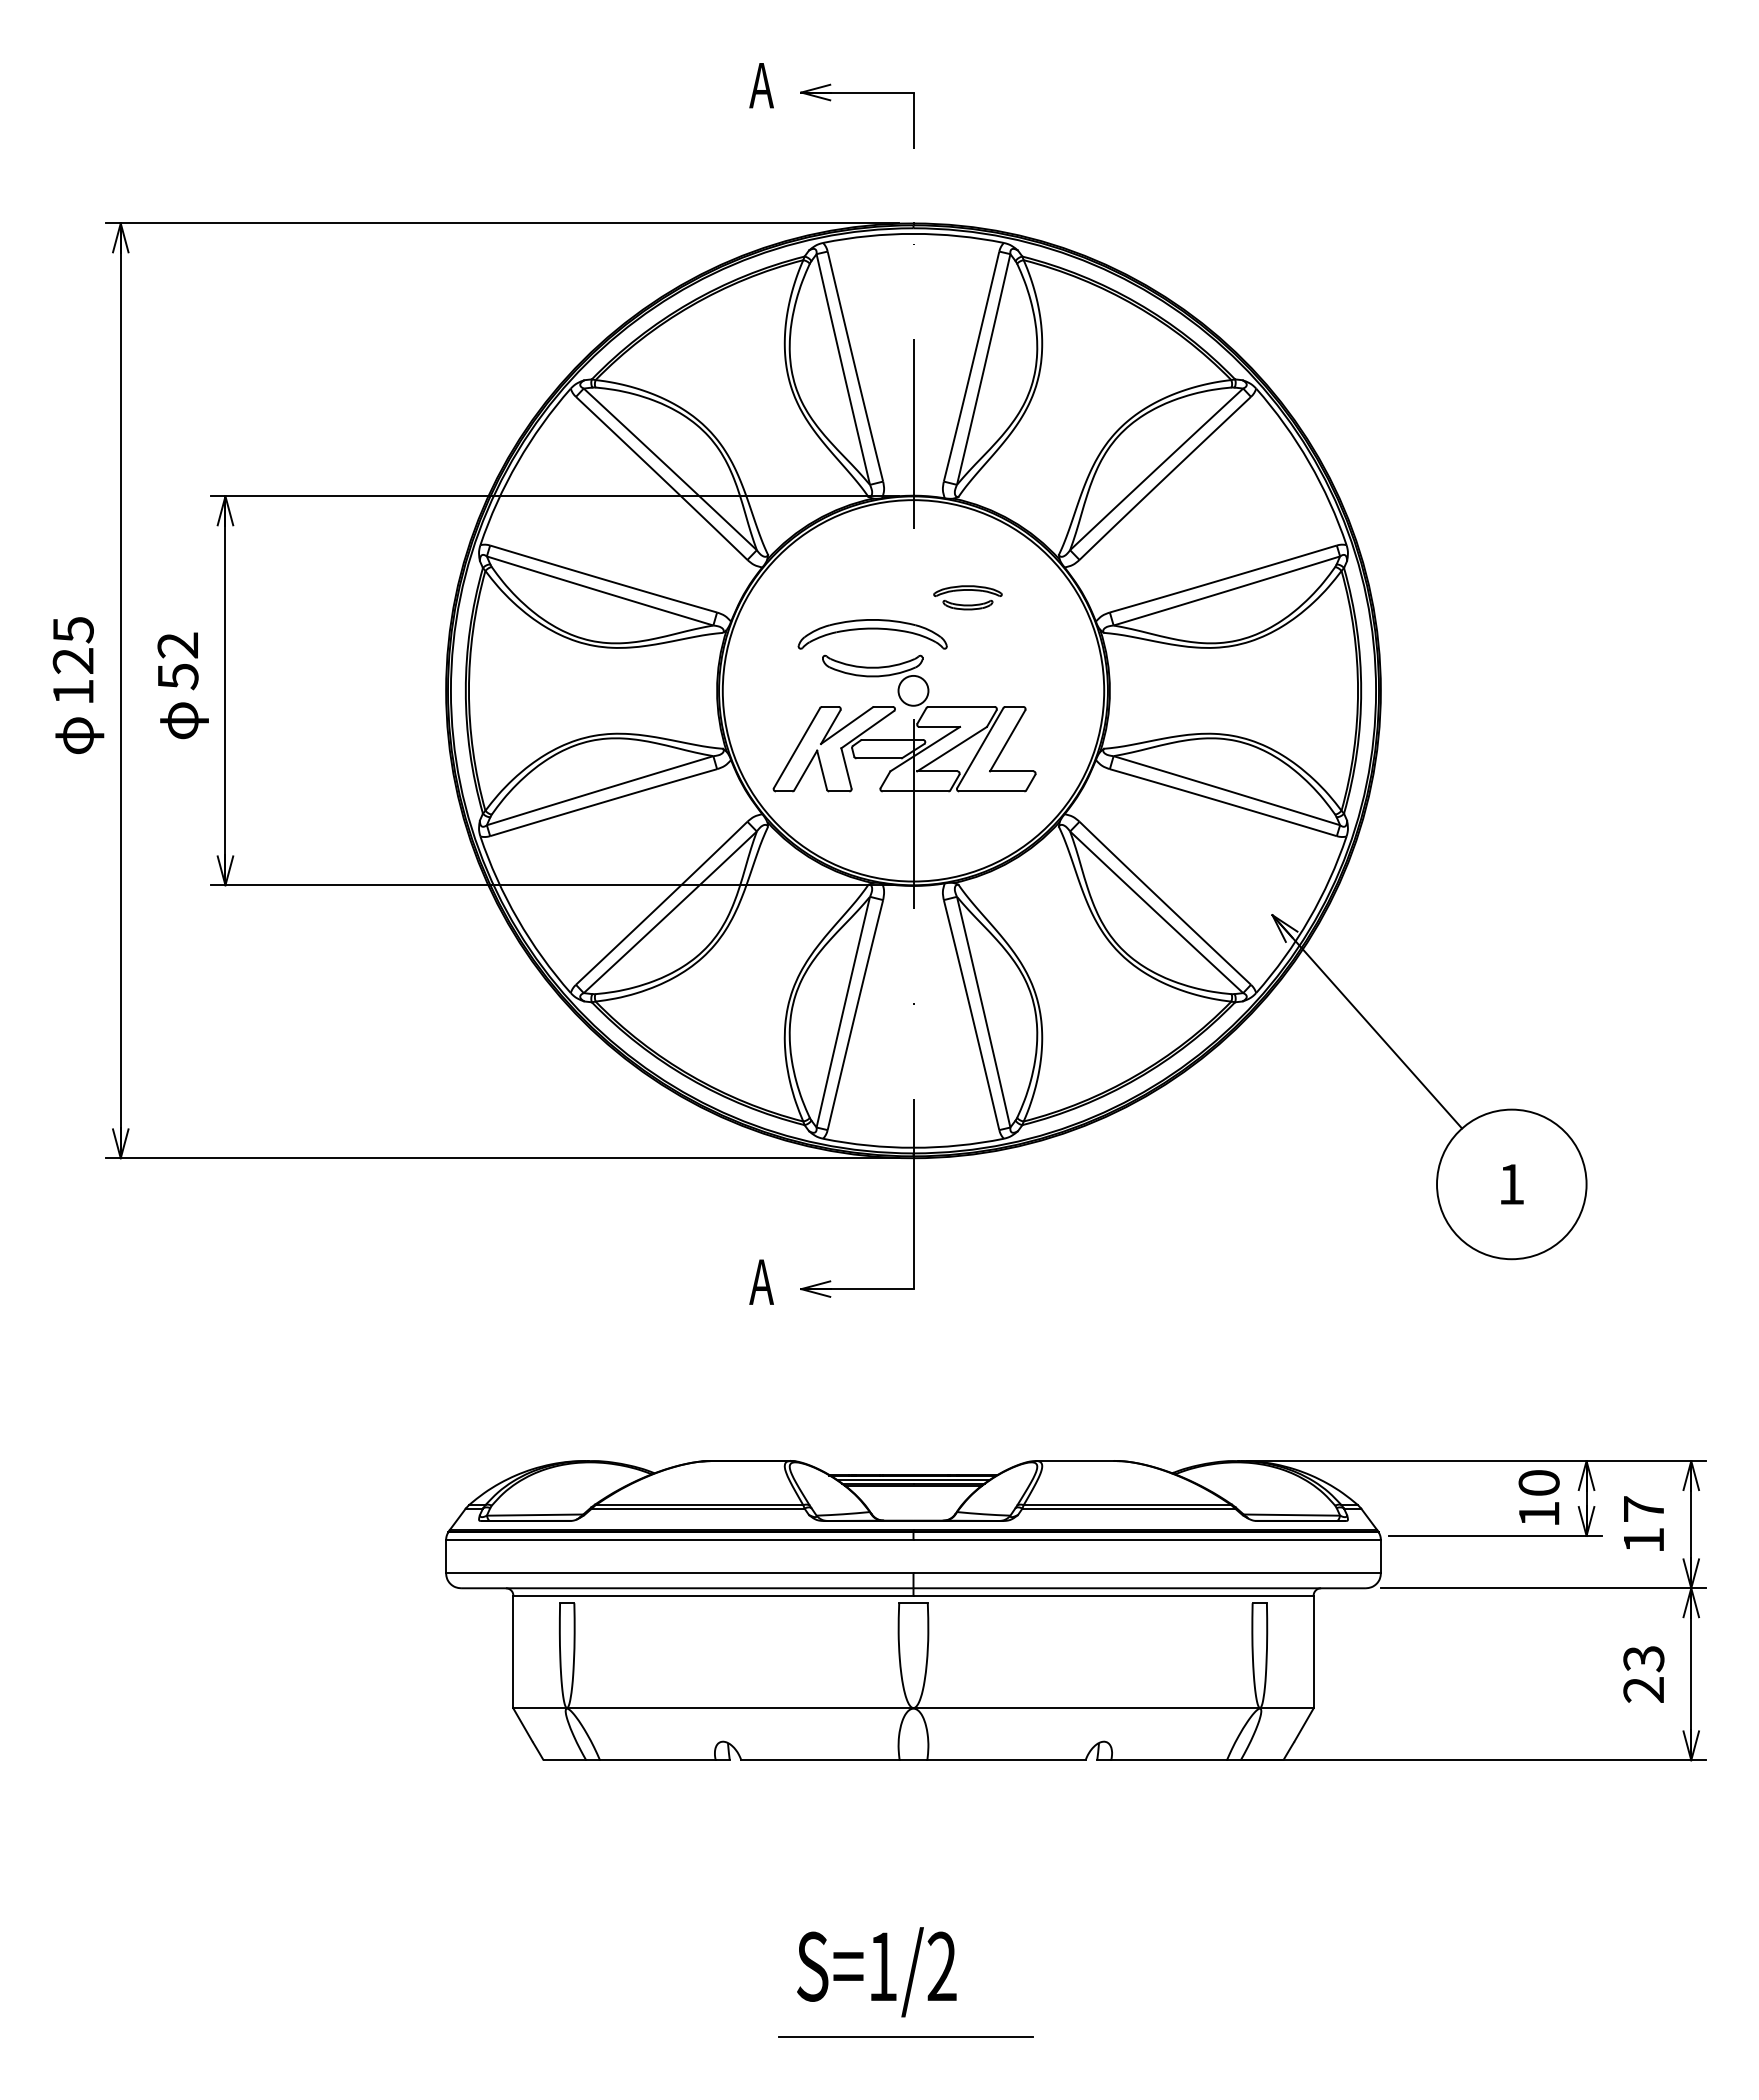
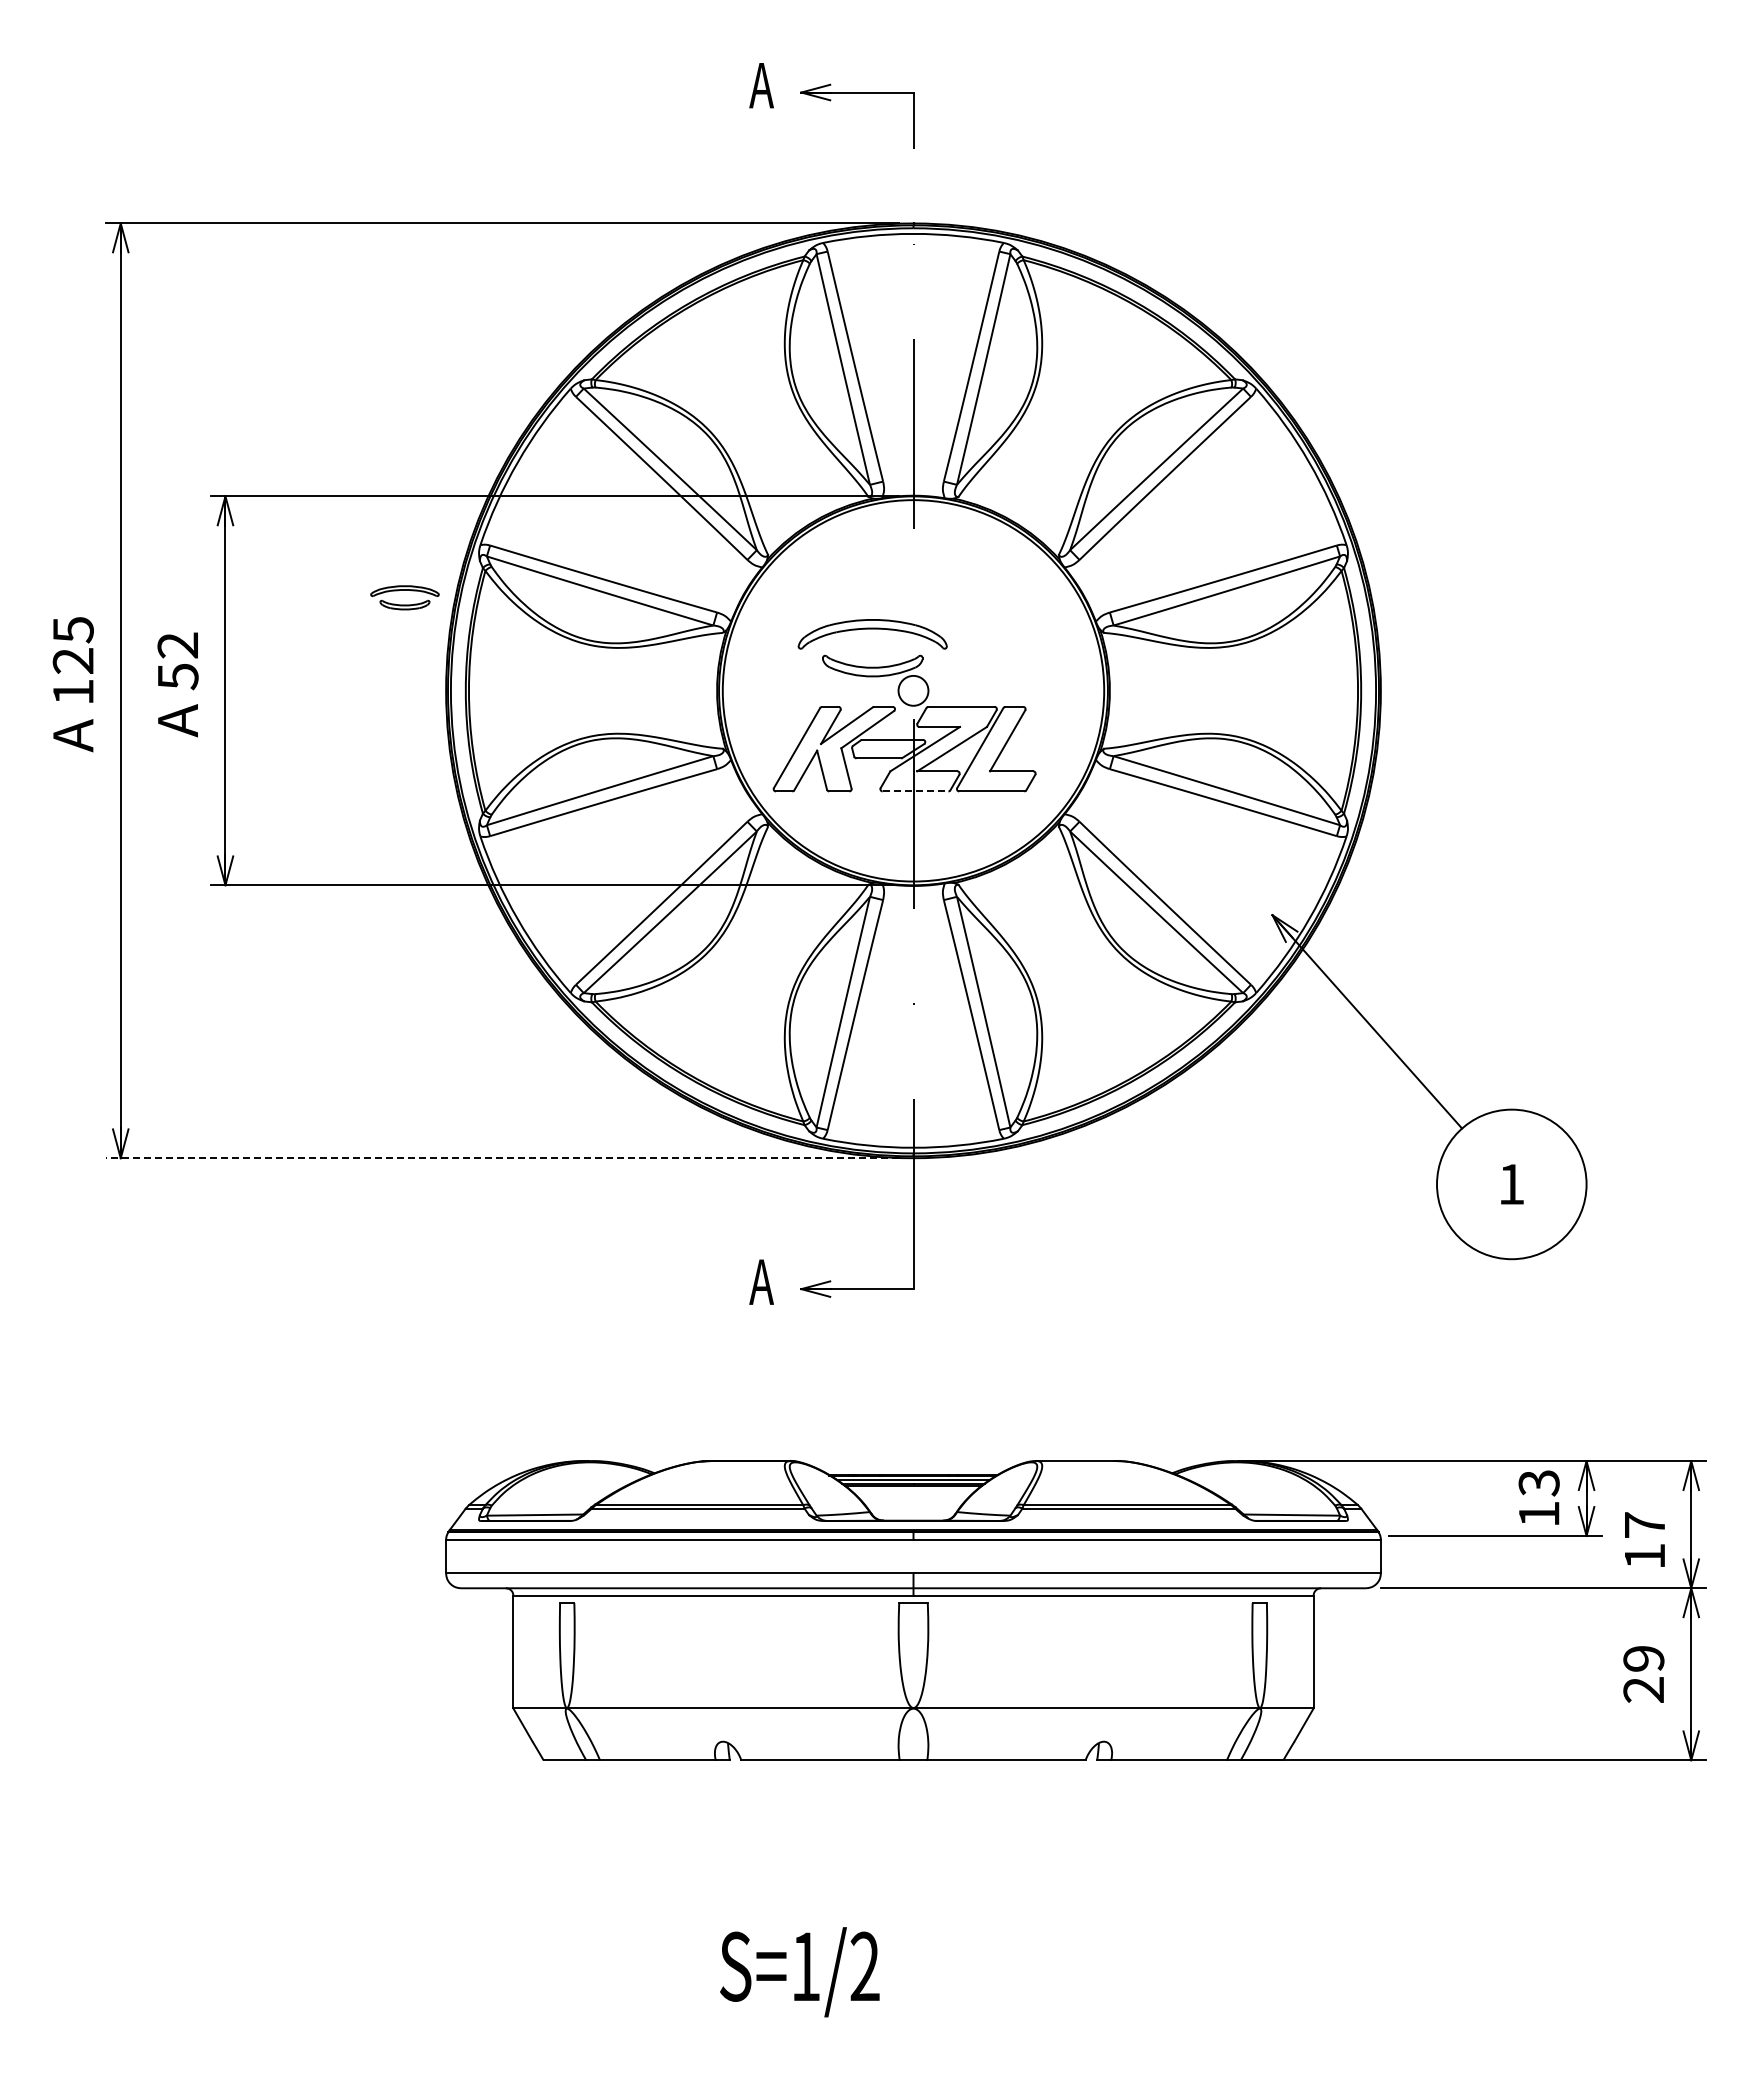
part at (967, 590) position: (967, 590) -> (404, 590)
text at (183, 720): φ -> A
text at (78, 735): φ -> A
line at (915, 791): solid -> dashed
line at (501, 1158): solid -> dashed
text at (1538, 1483): 10 -> 13
text at (1643, 1523) position: (1643, 1523) -> (1644, 1539)
text at (1643, 1659): 23 -> 29
text at (876, 1972) position: (876, 1972) -> (799, 1972)
line at (905, 2037): present -> none
